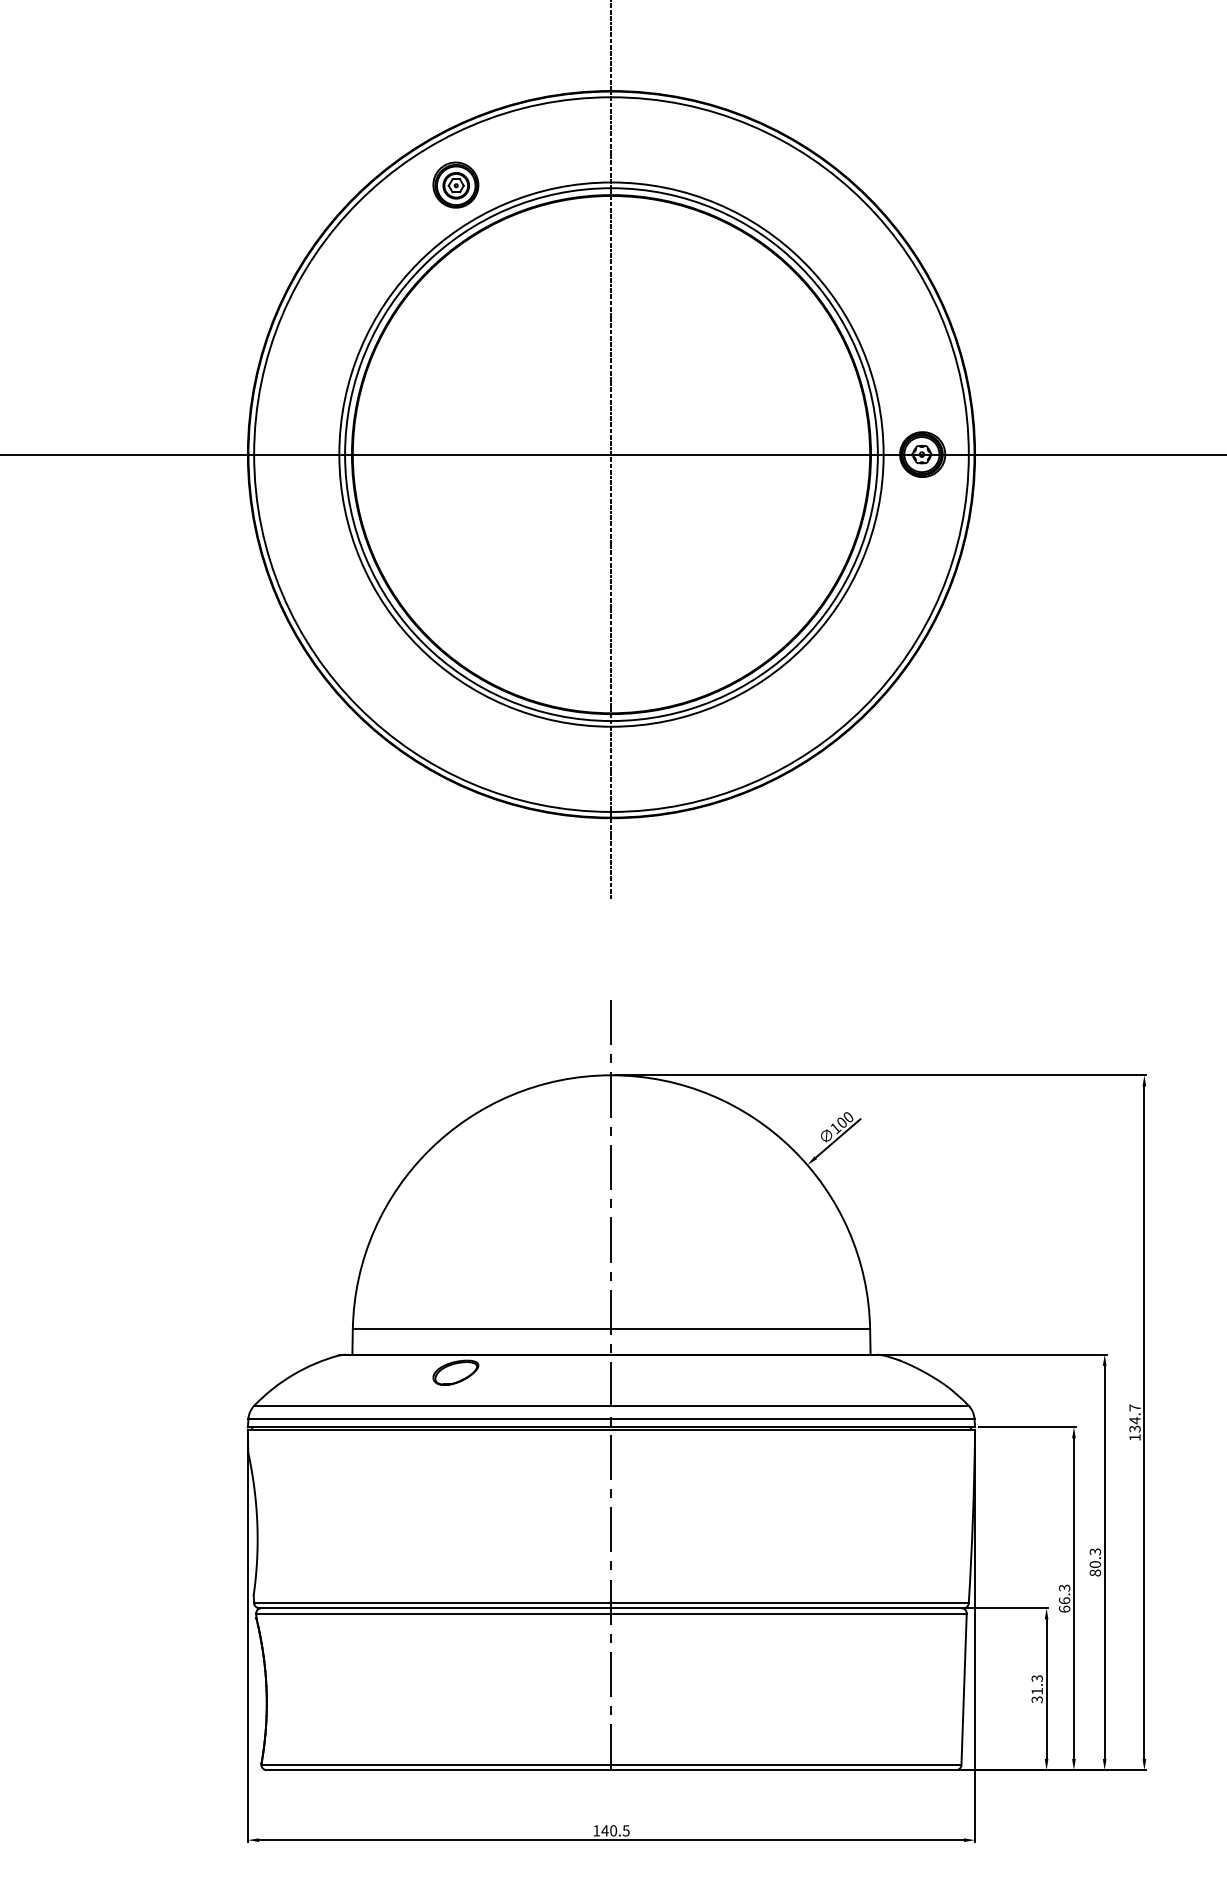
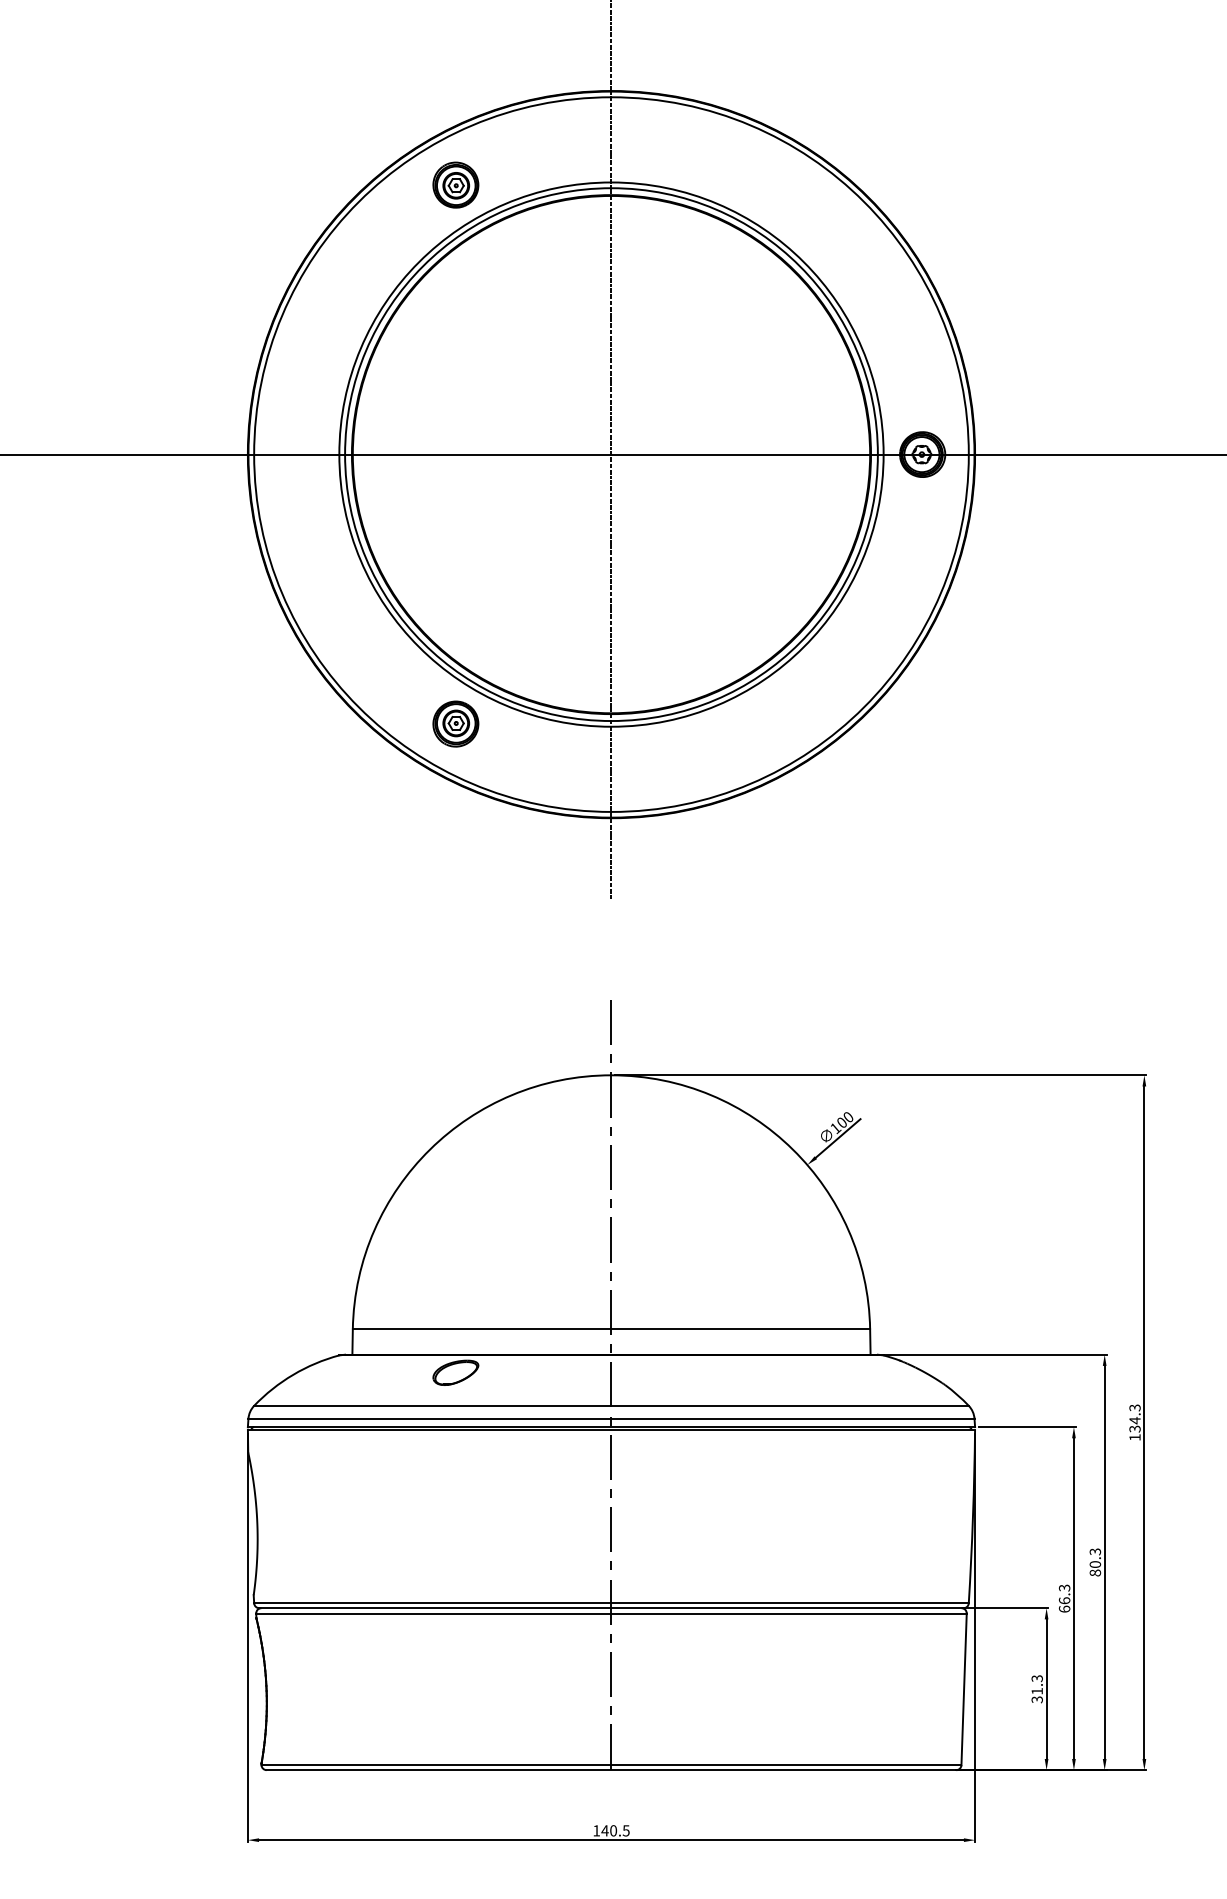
part at (455, 723): none -> present
text at (1134, 1407): 134.7 -> 134.3
